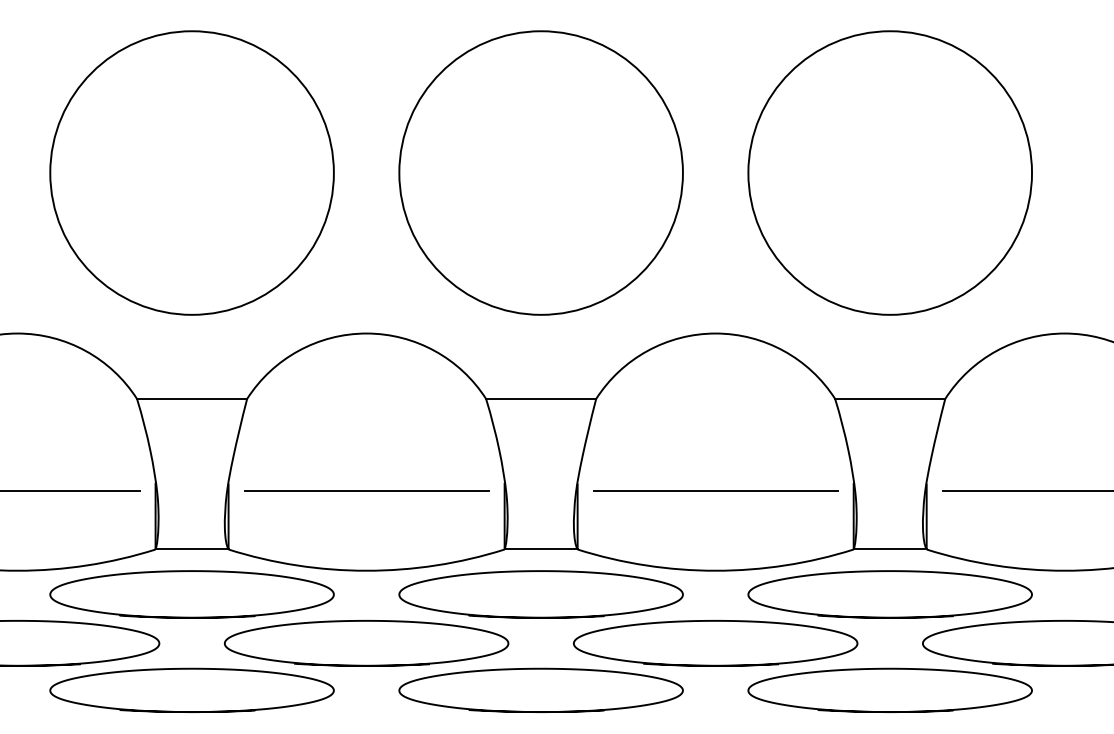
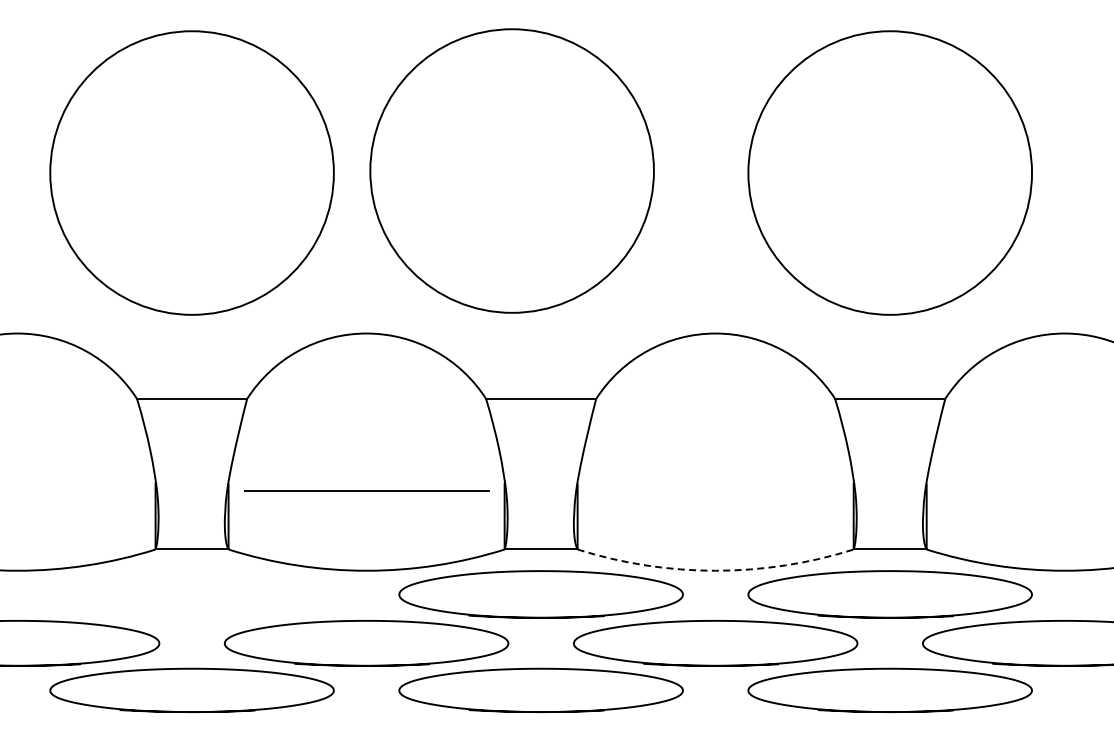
circle at (540, 172) position: (540, 172) -> (511, 170)
line at (71, 491): present -> none
line at (716, 491): present -> none
line at (1026, 491): present -> none
arc at (715, 570): solid -> dashed
part at (191, 594): present -> none
